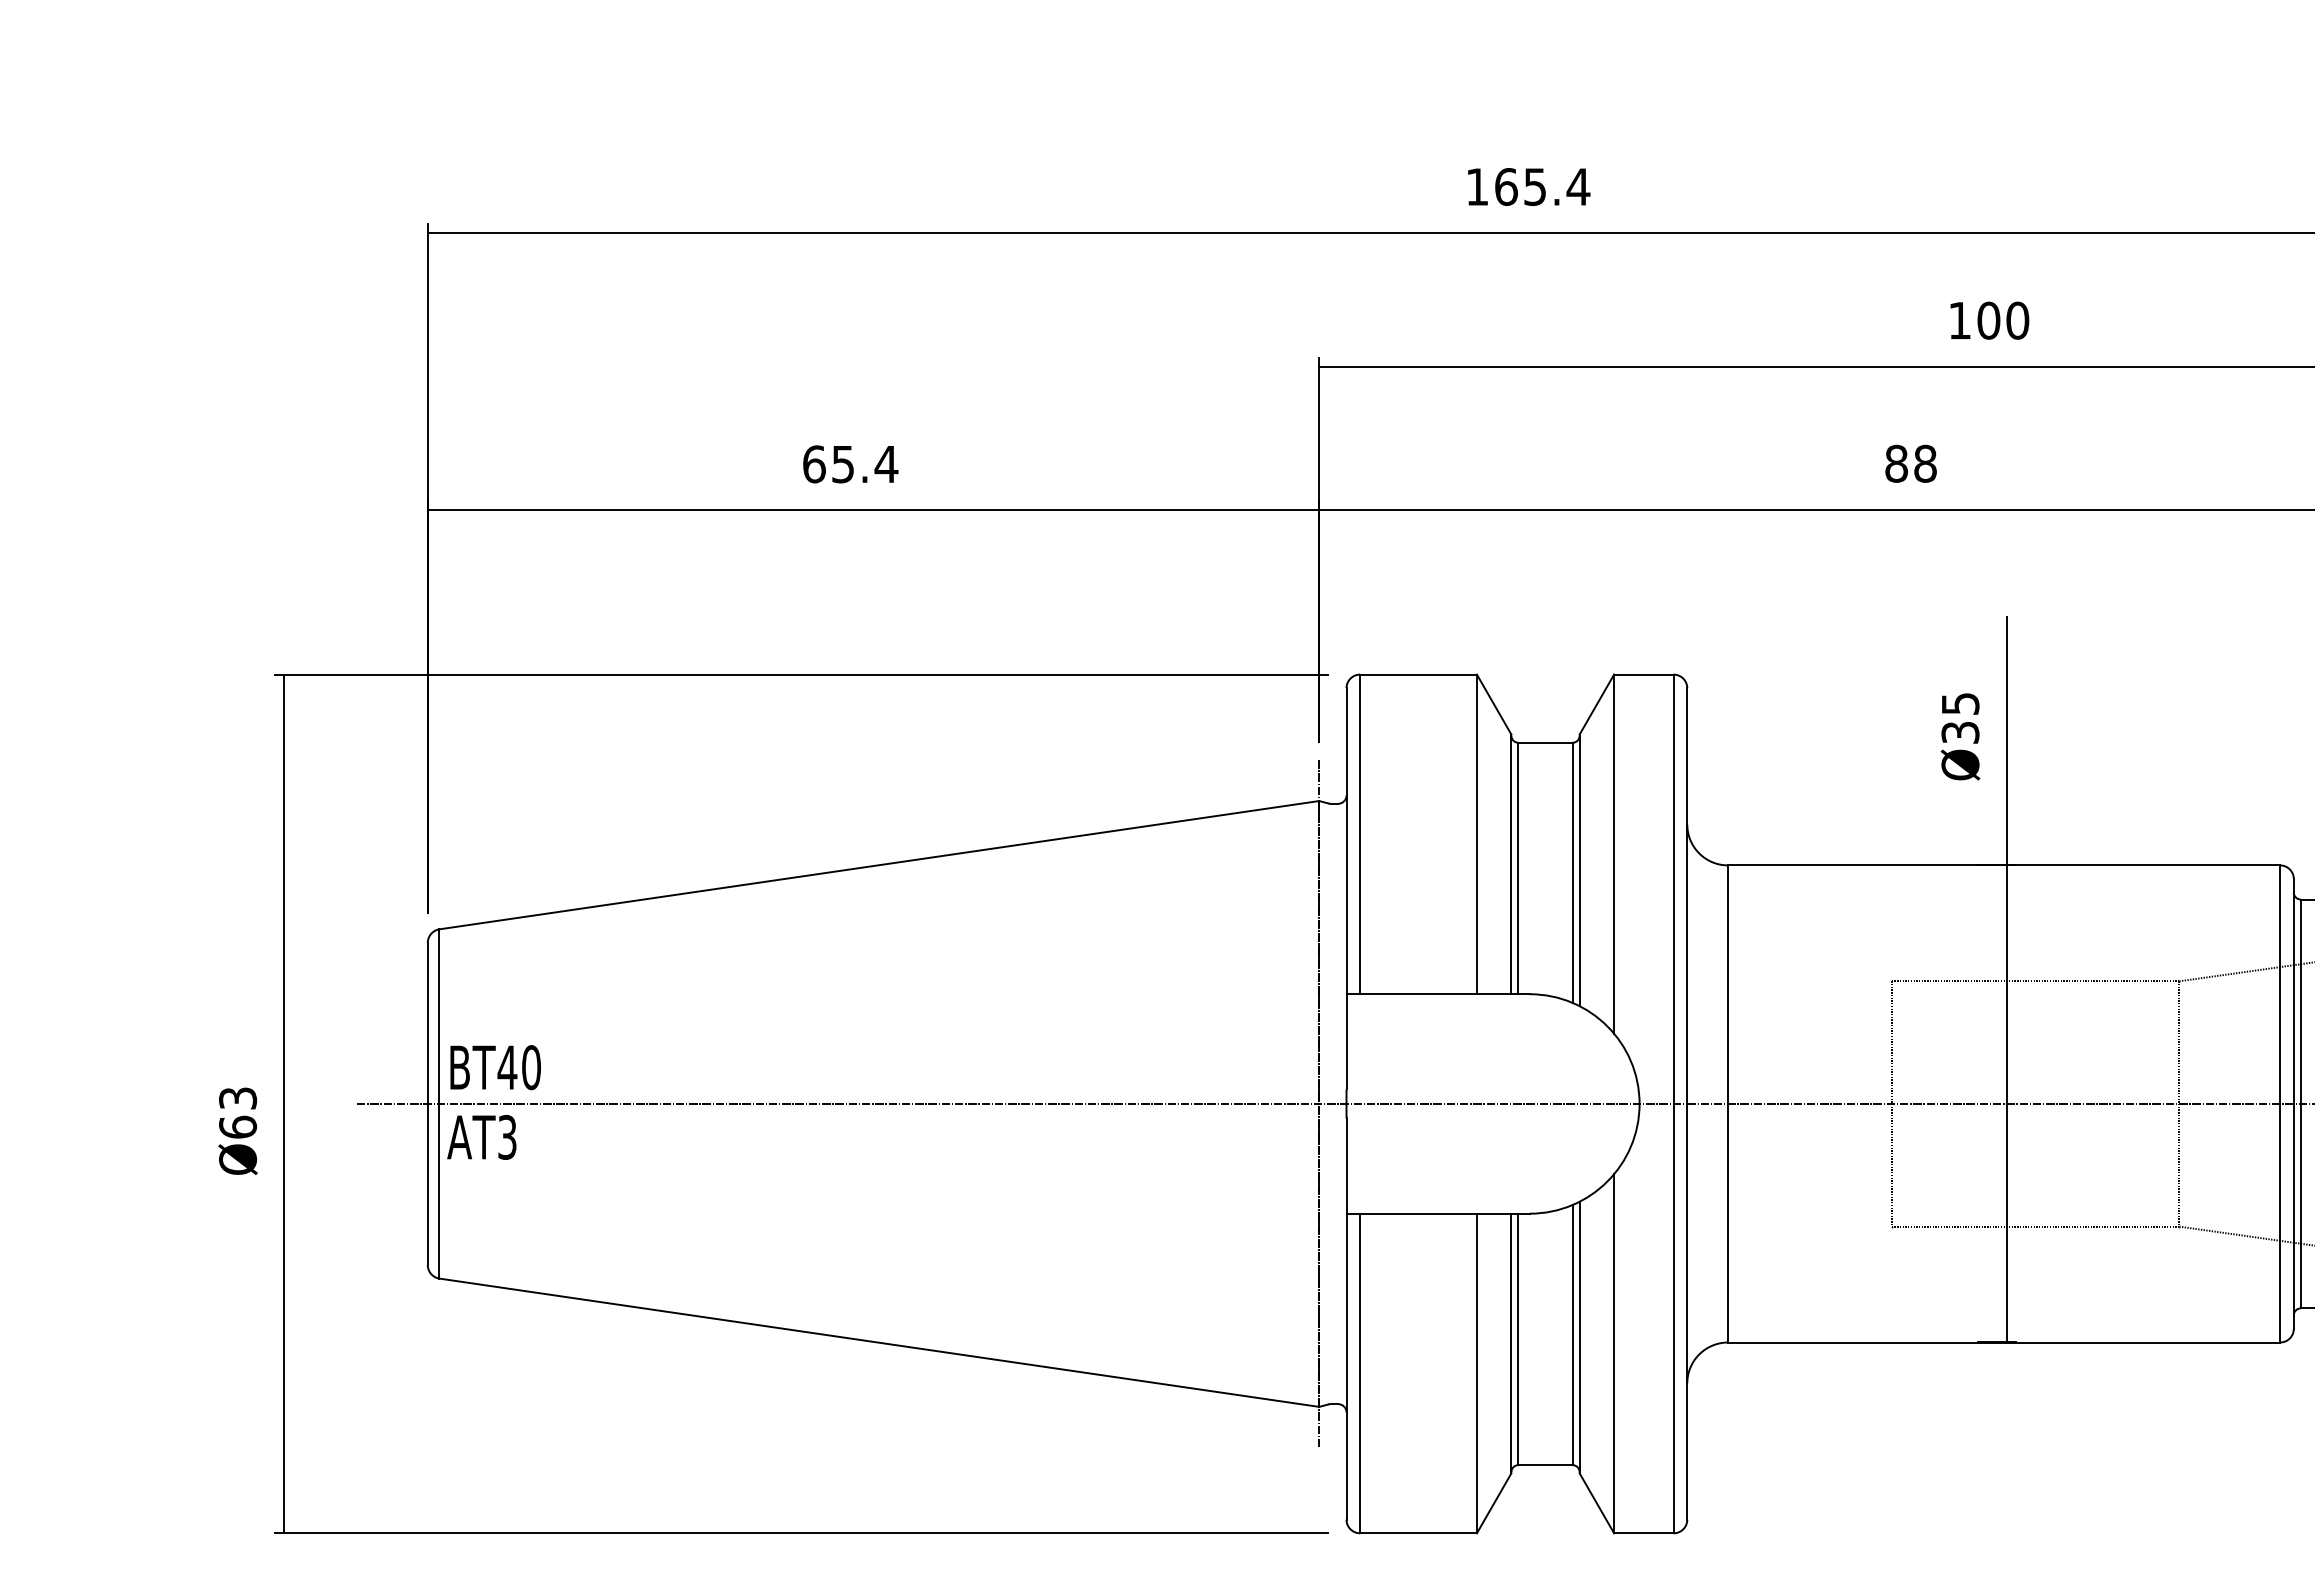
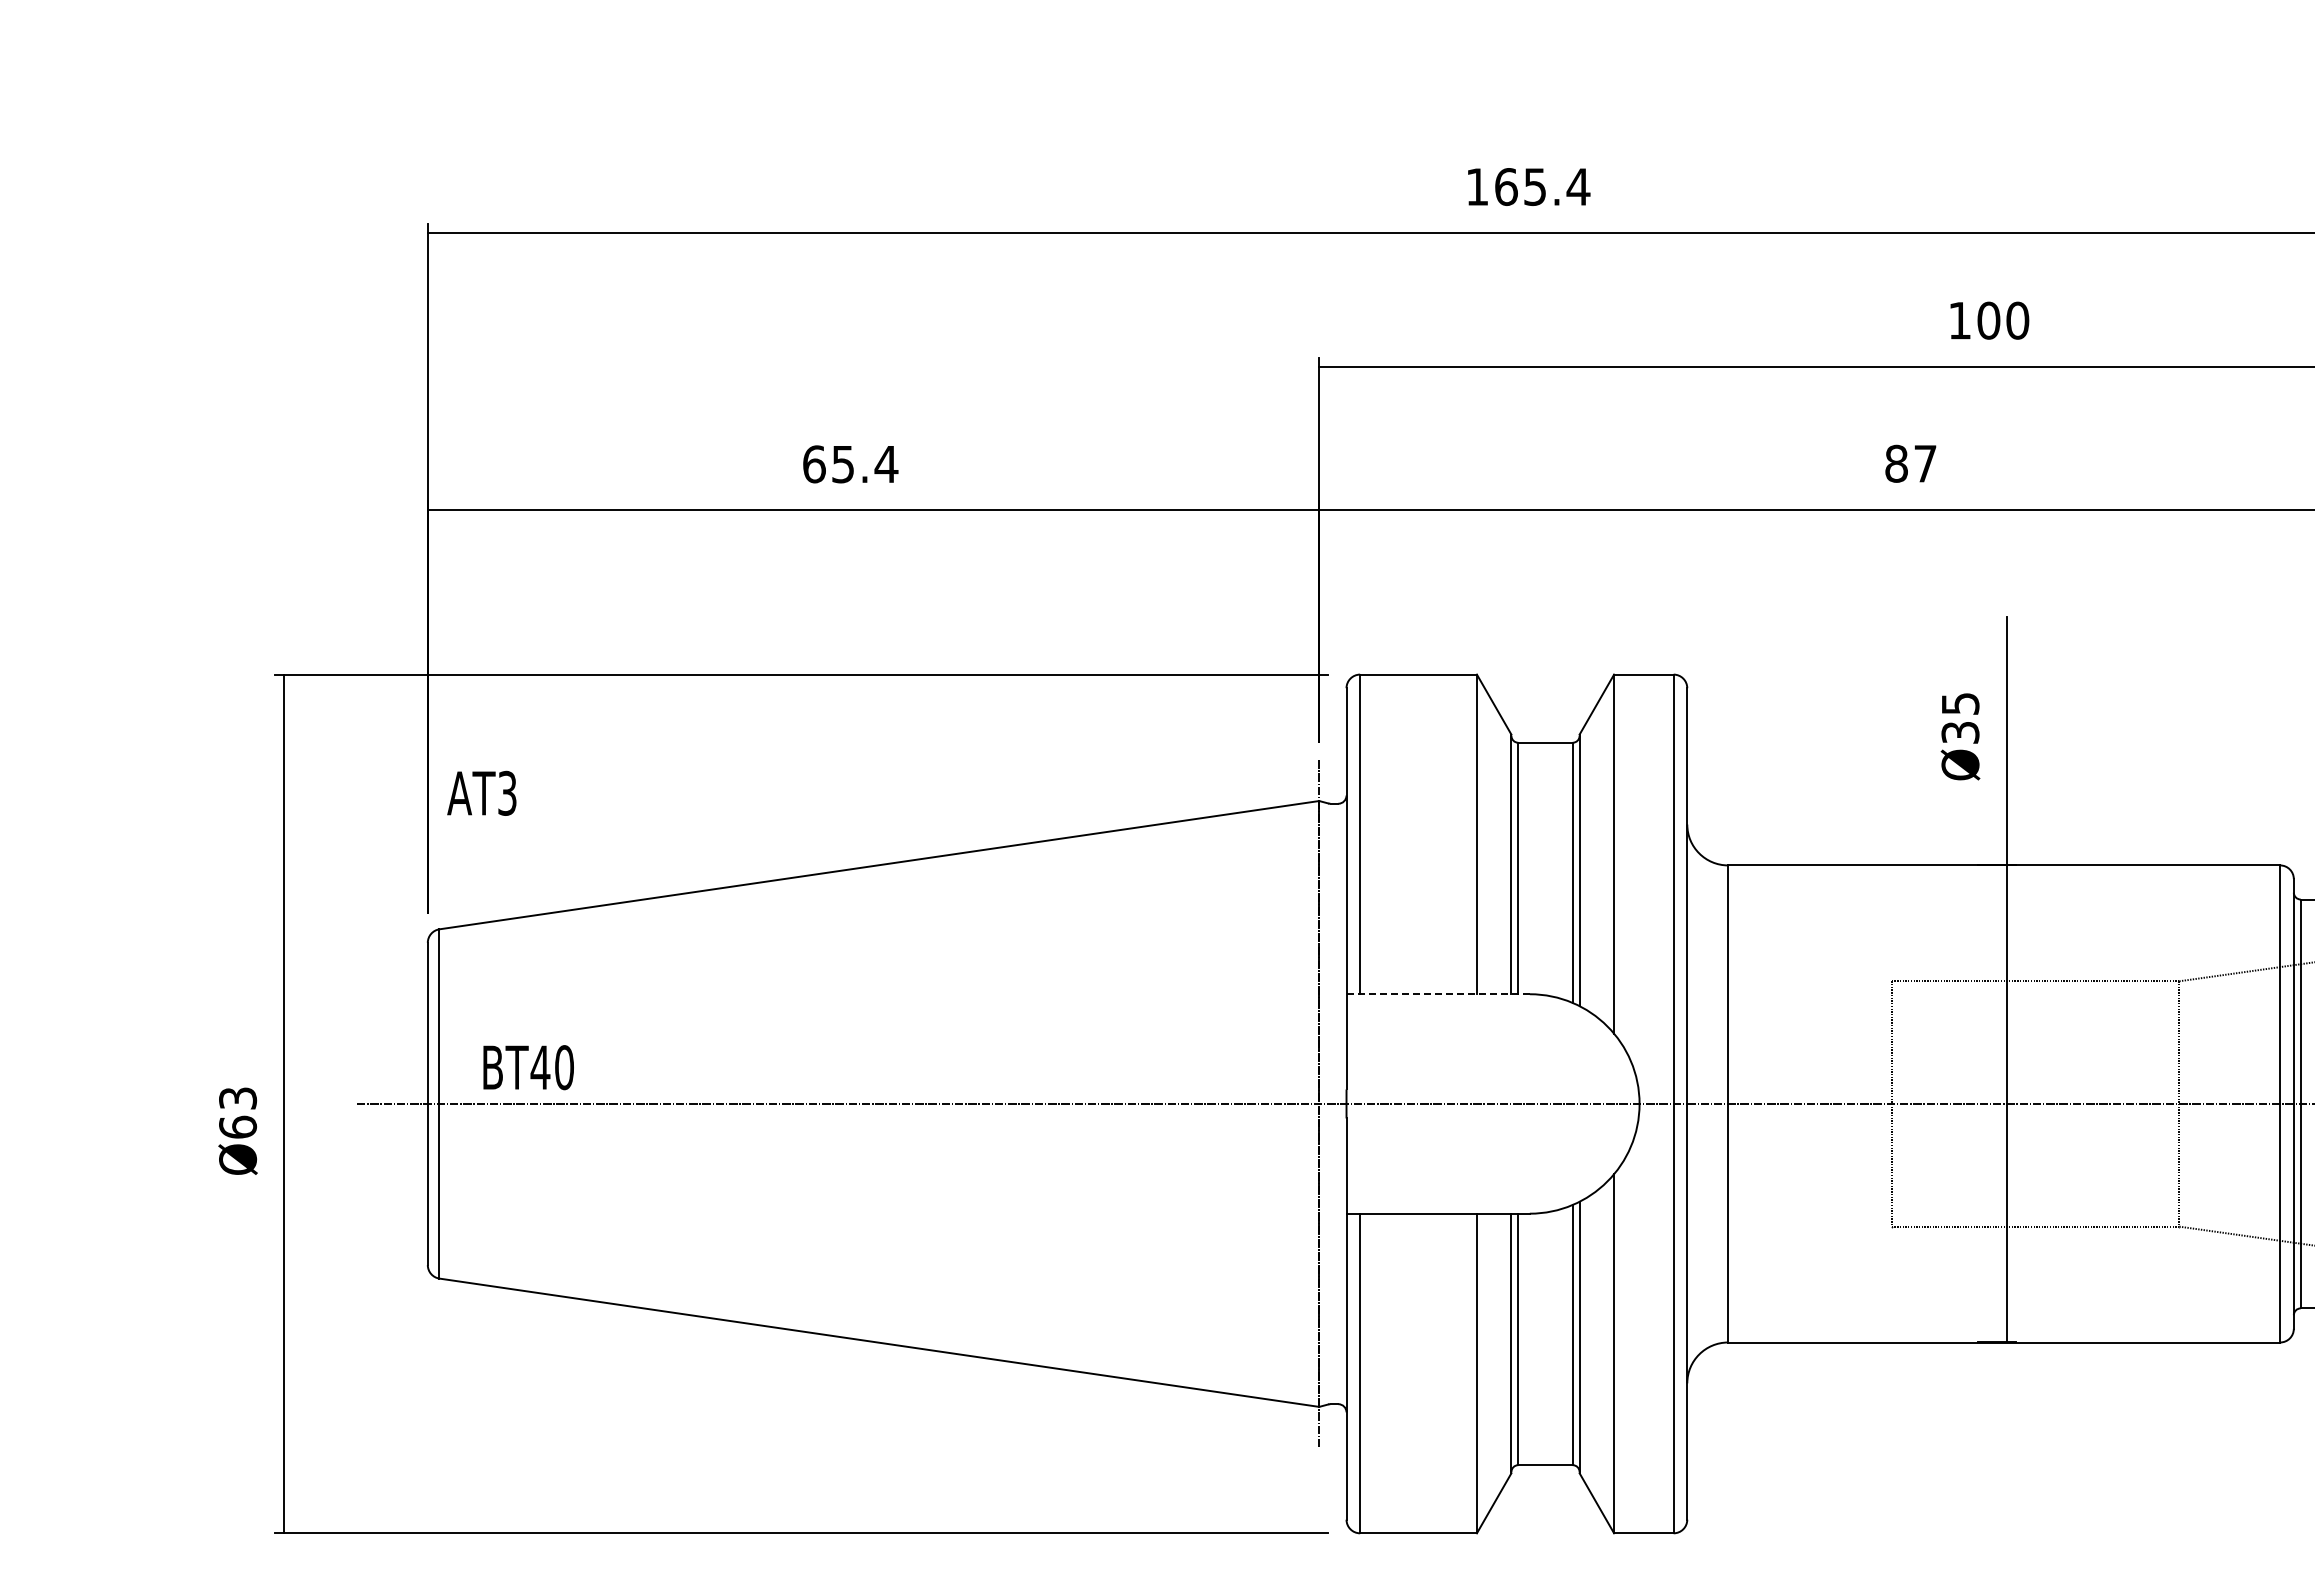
text at (1925, 463): 88 -> 87
line at (1438, 994): solid -> dashed
text at (495, 1067) position: (495, 1067) -> (528, 1067)
text at (481, 1136) position: (481, 1136) -> (481, 792)
